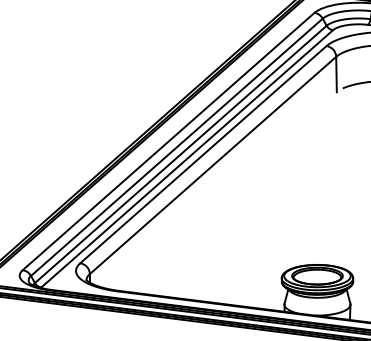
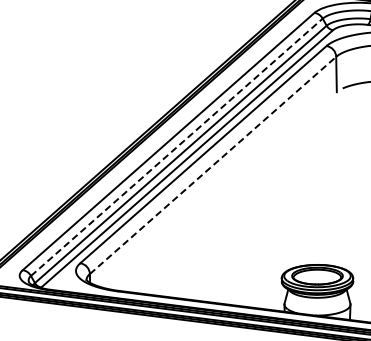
line at (177, 146): solid -> dashed
line at (213, 165): solid -> dashed
